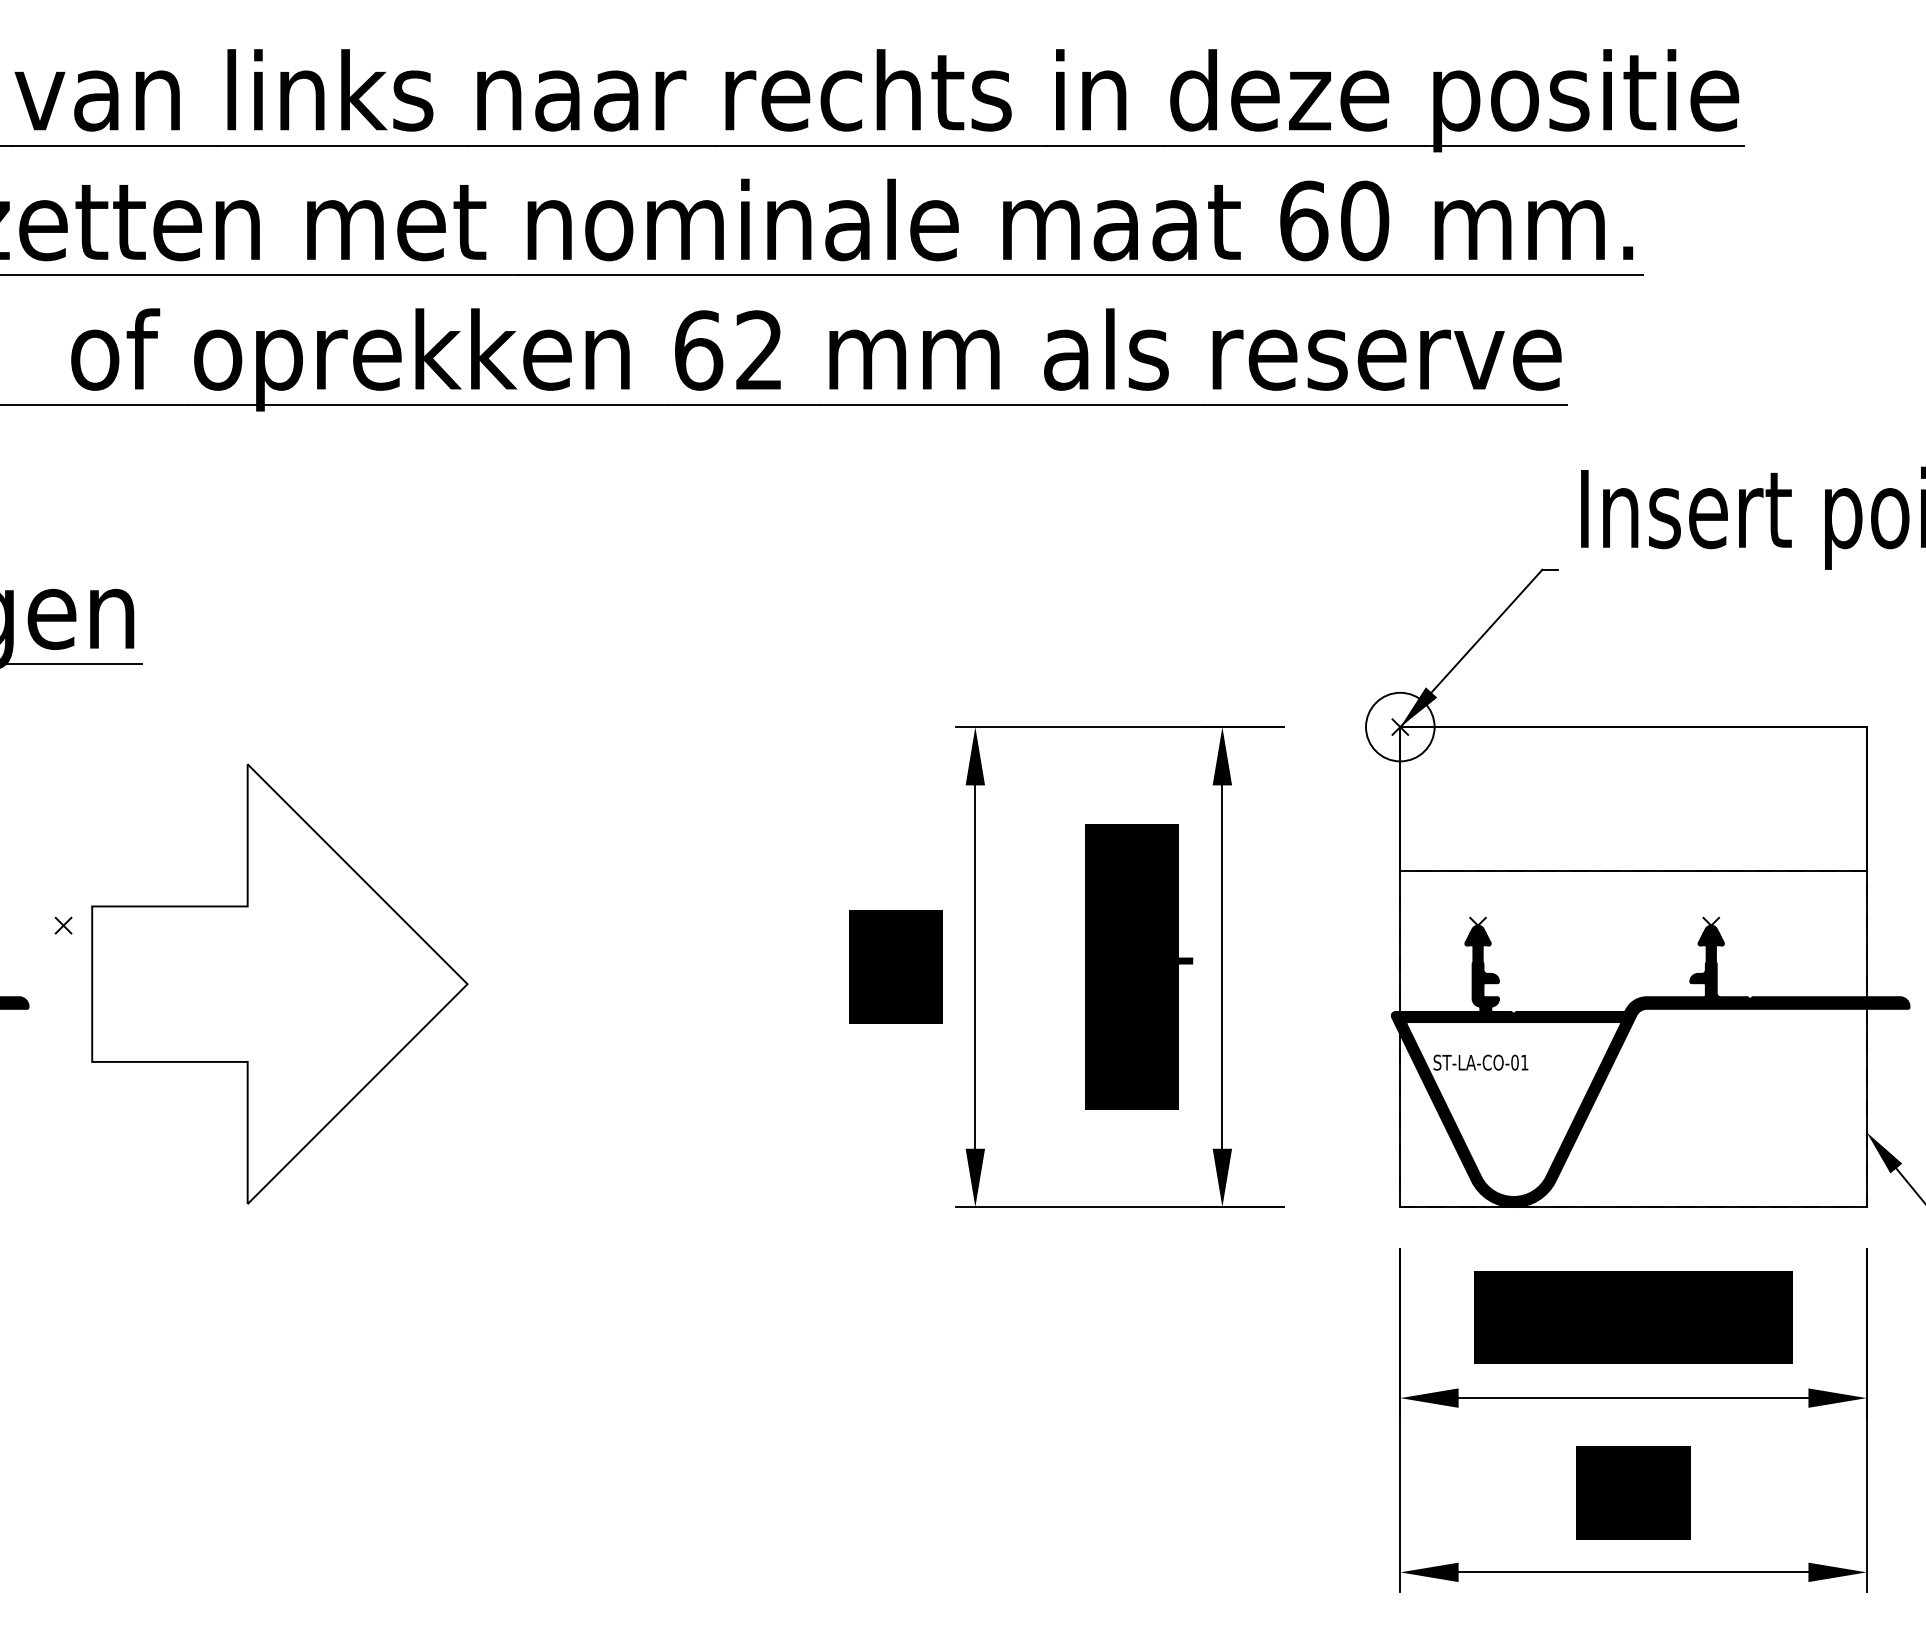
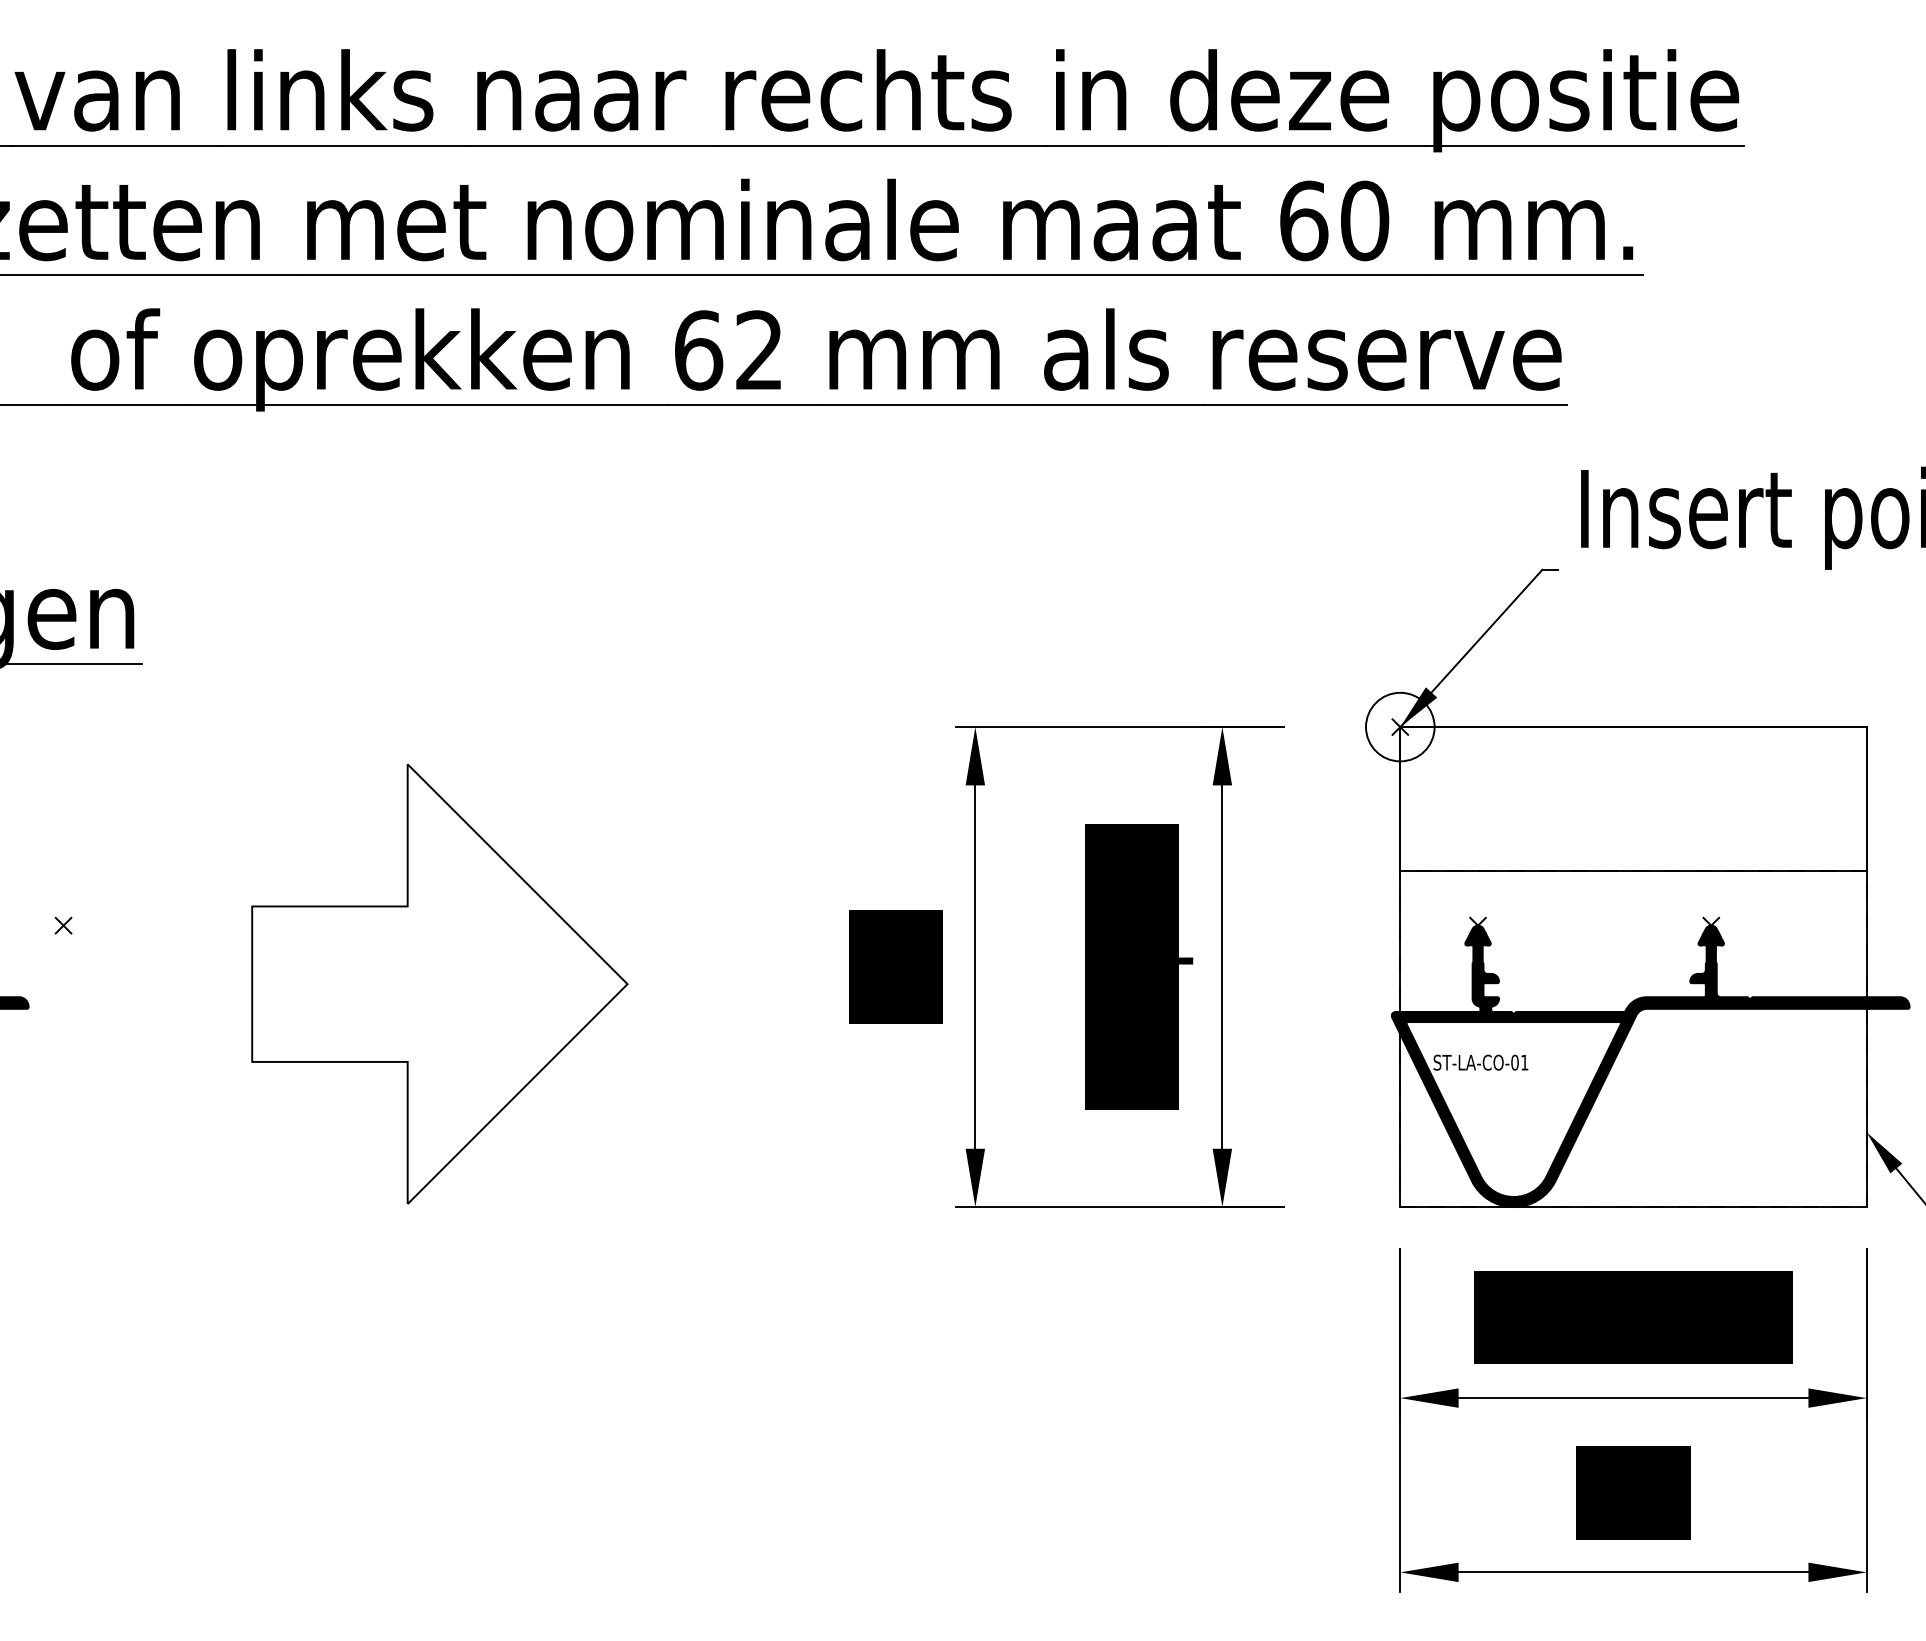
part at (279, 983) position: (279, 983) -> (439, 983)
